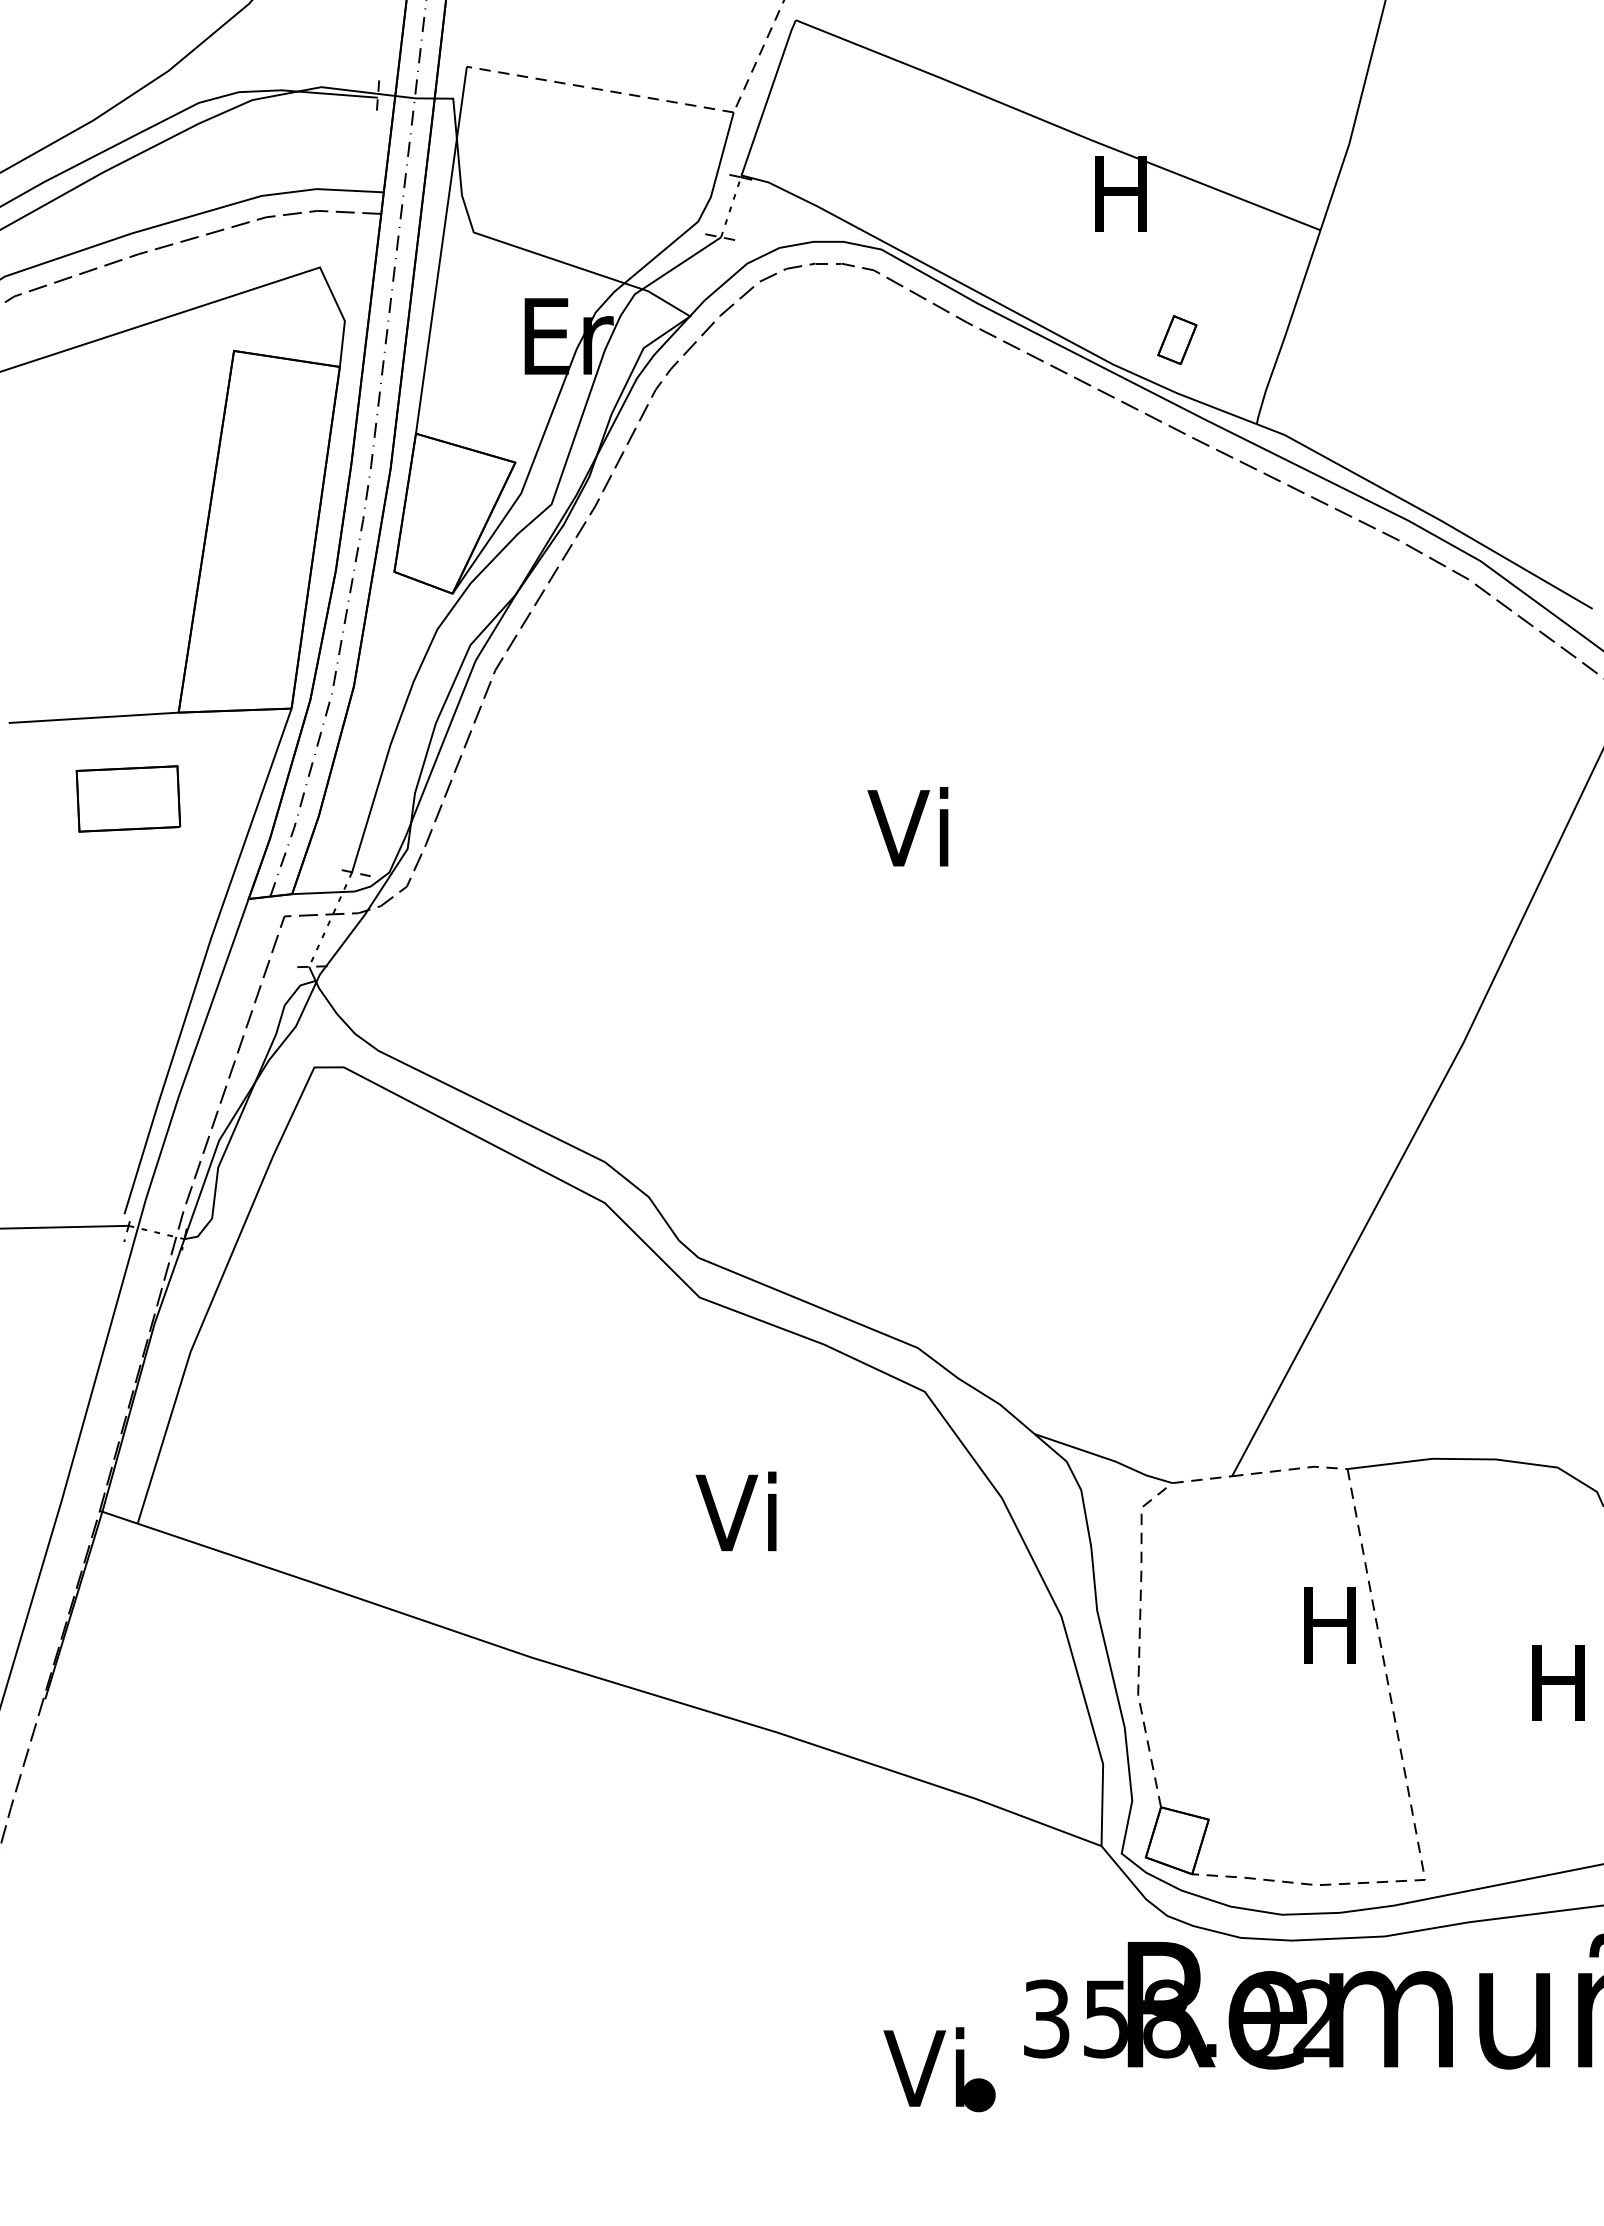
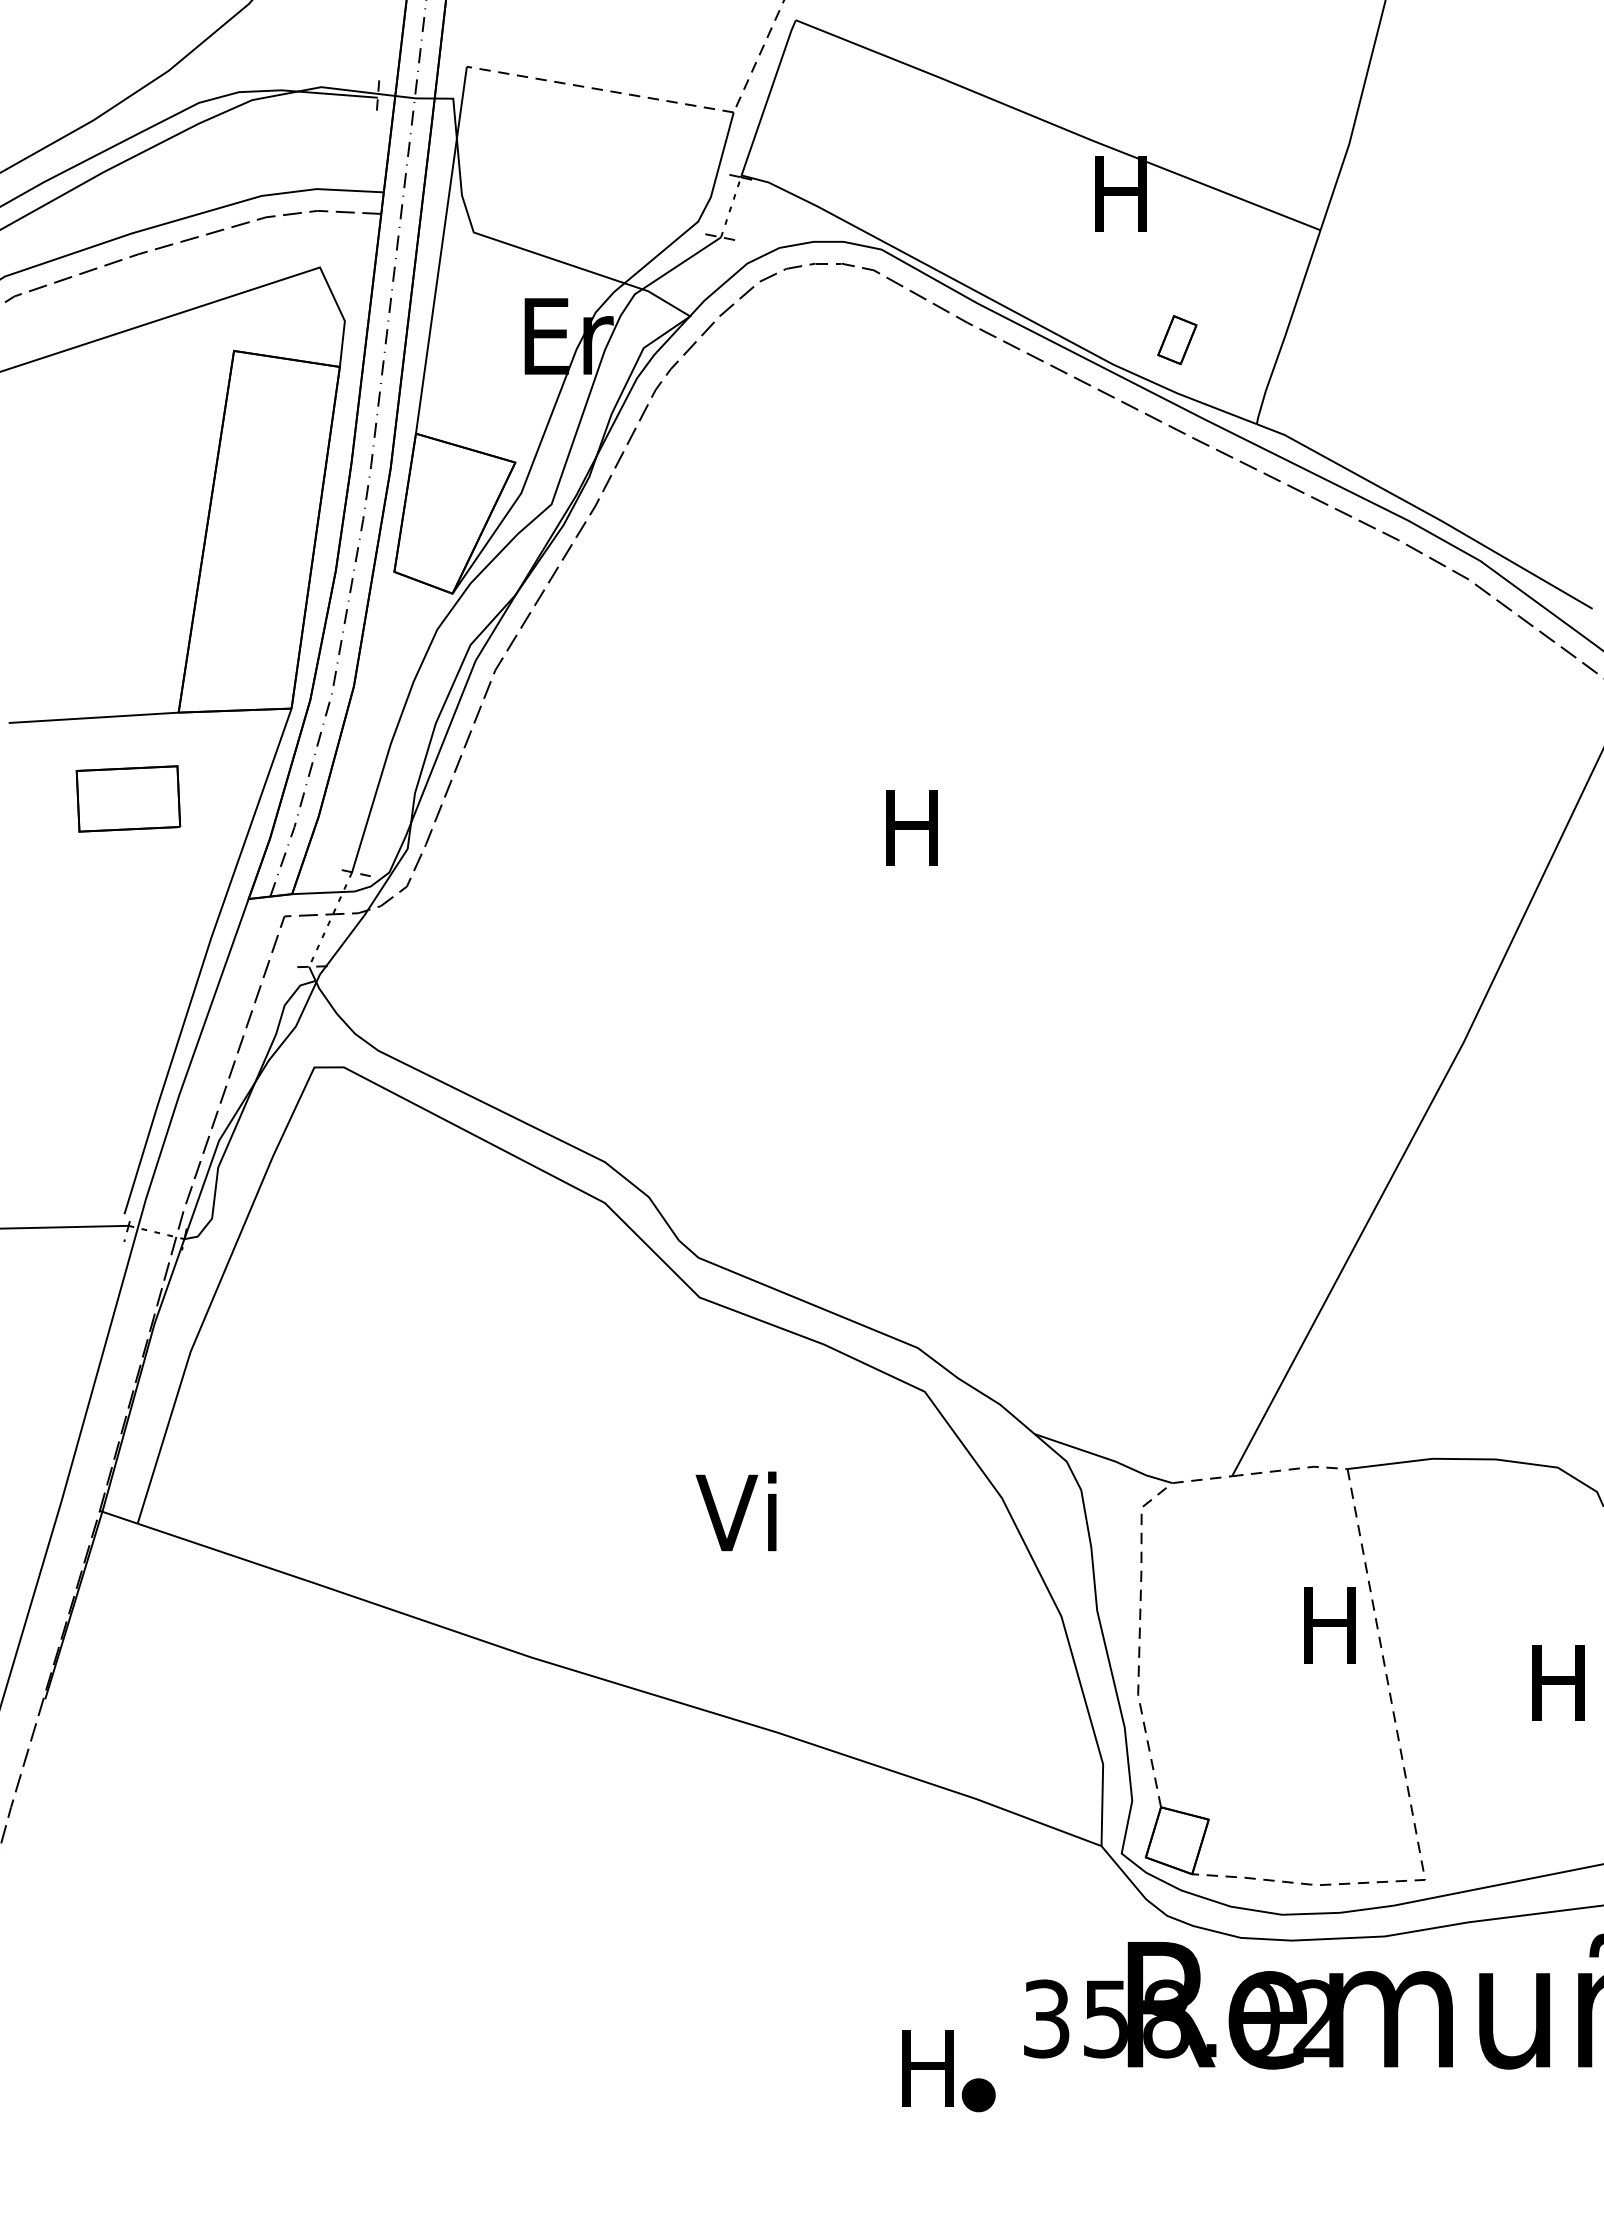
text at (907, 826): Vi -> H
text at (923, 2066): Vi -> H
